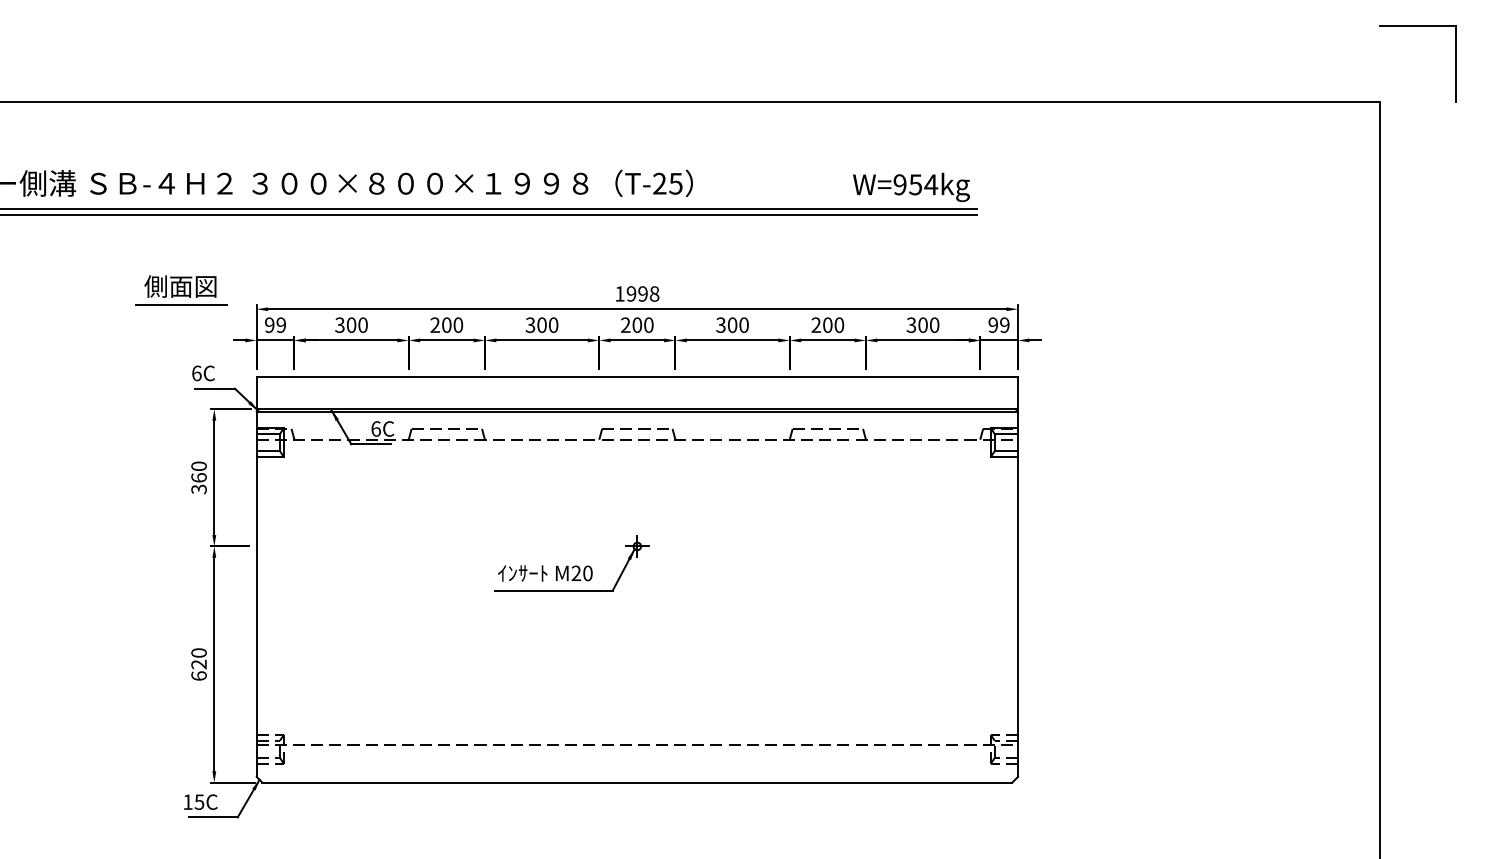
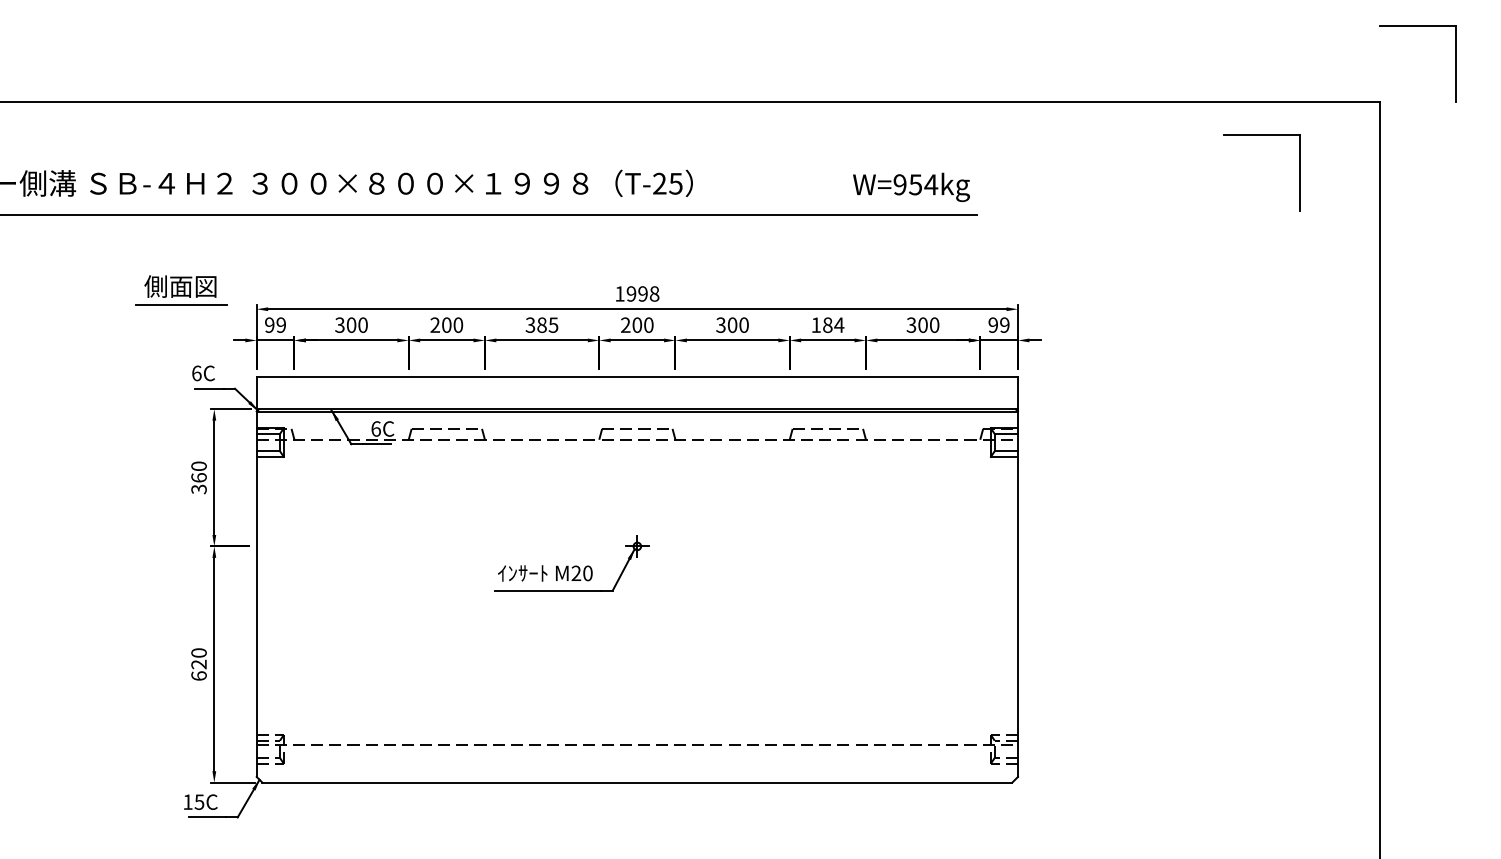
part at (1261, 135): none -> present
line at (489, 208): present -> none
text at (547, 324): 300 -> 385
text at (827, 324): 200 -> 184
